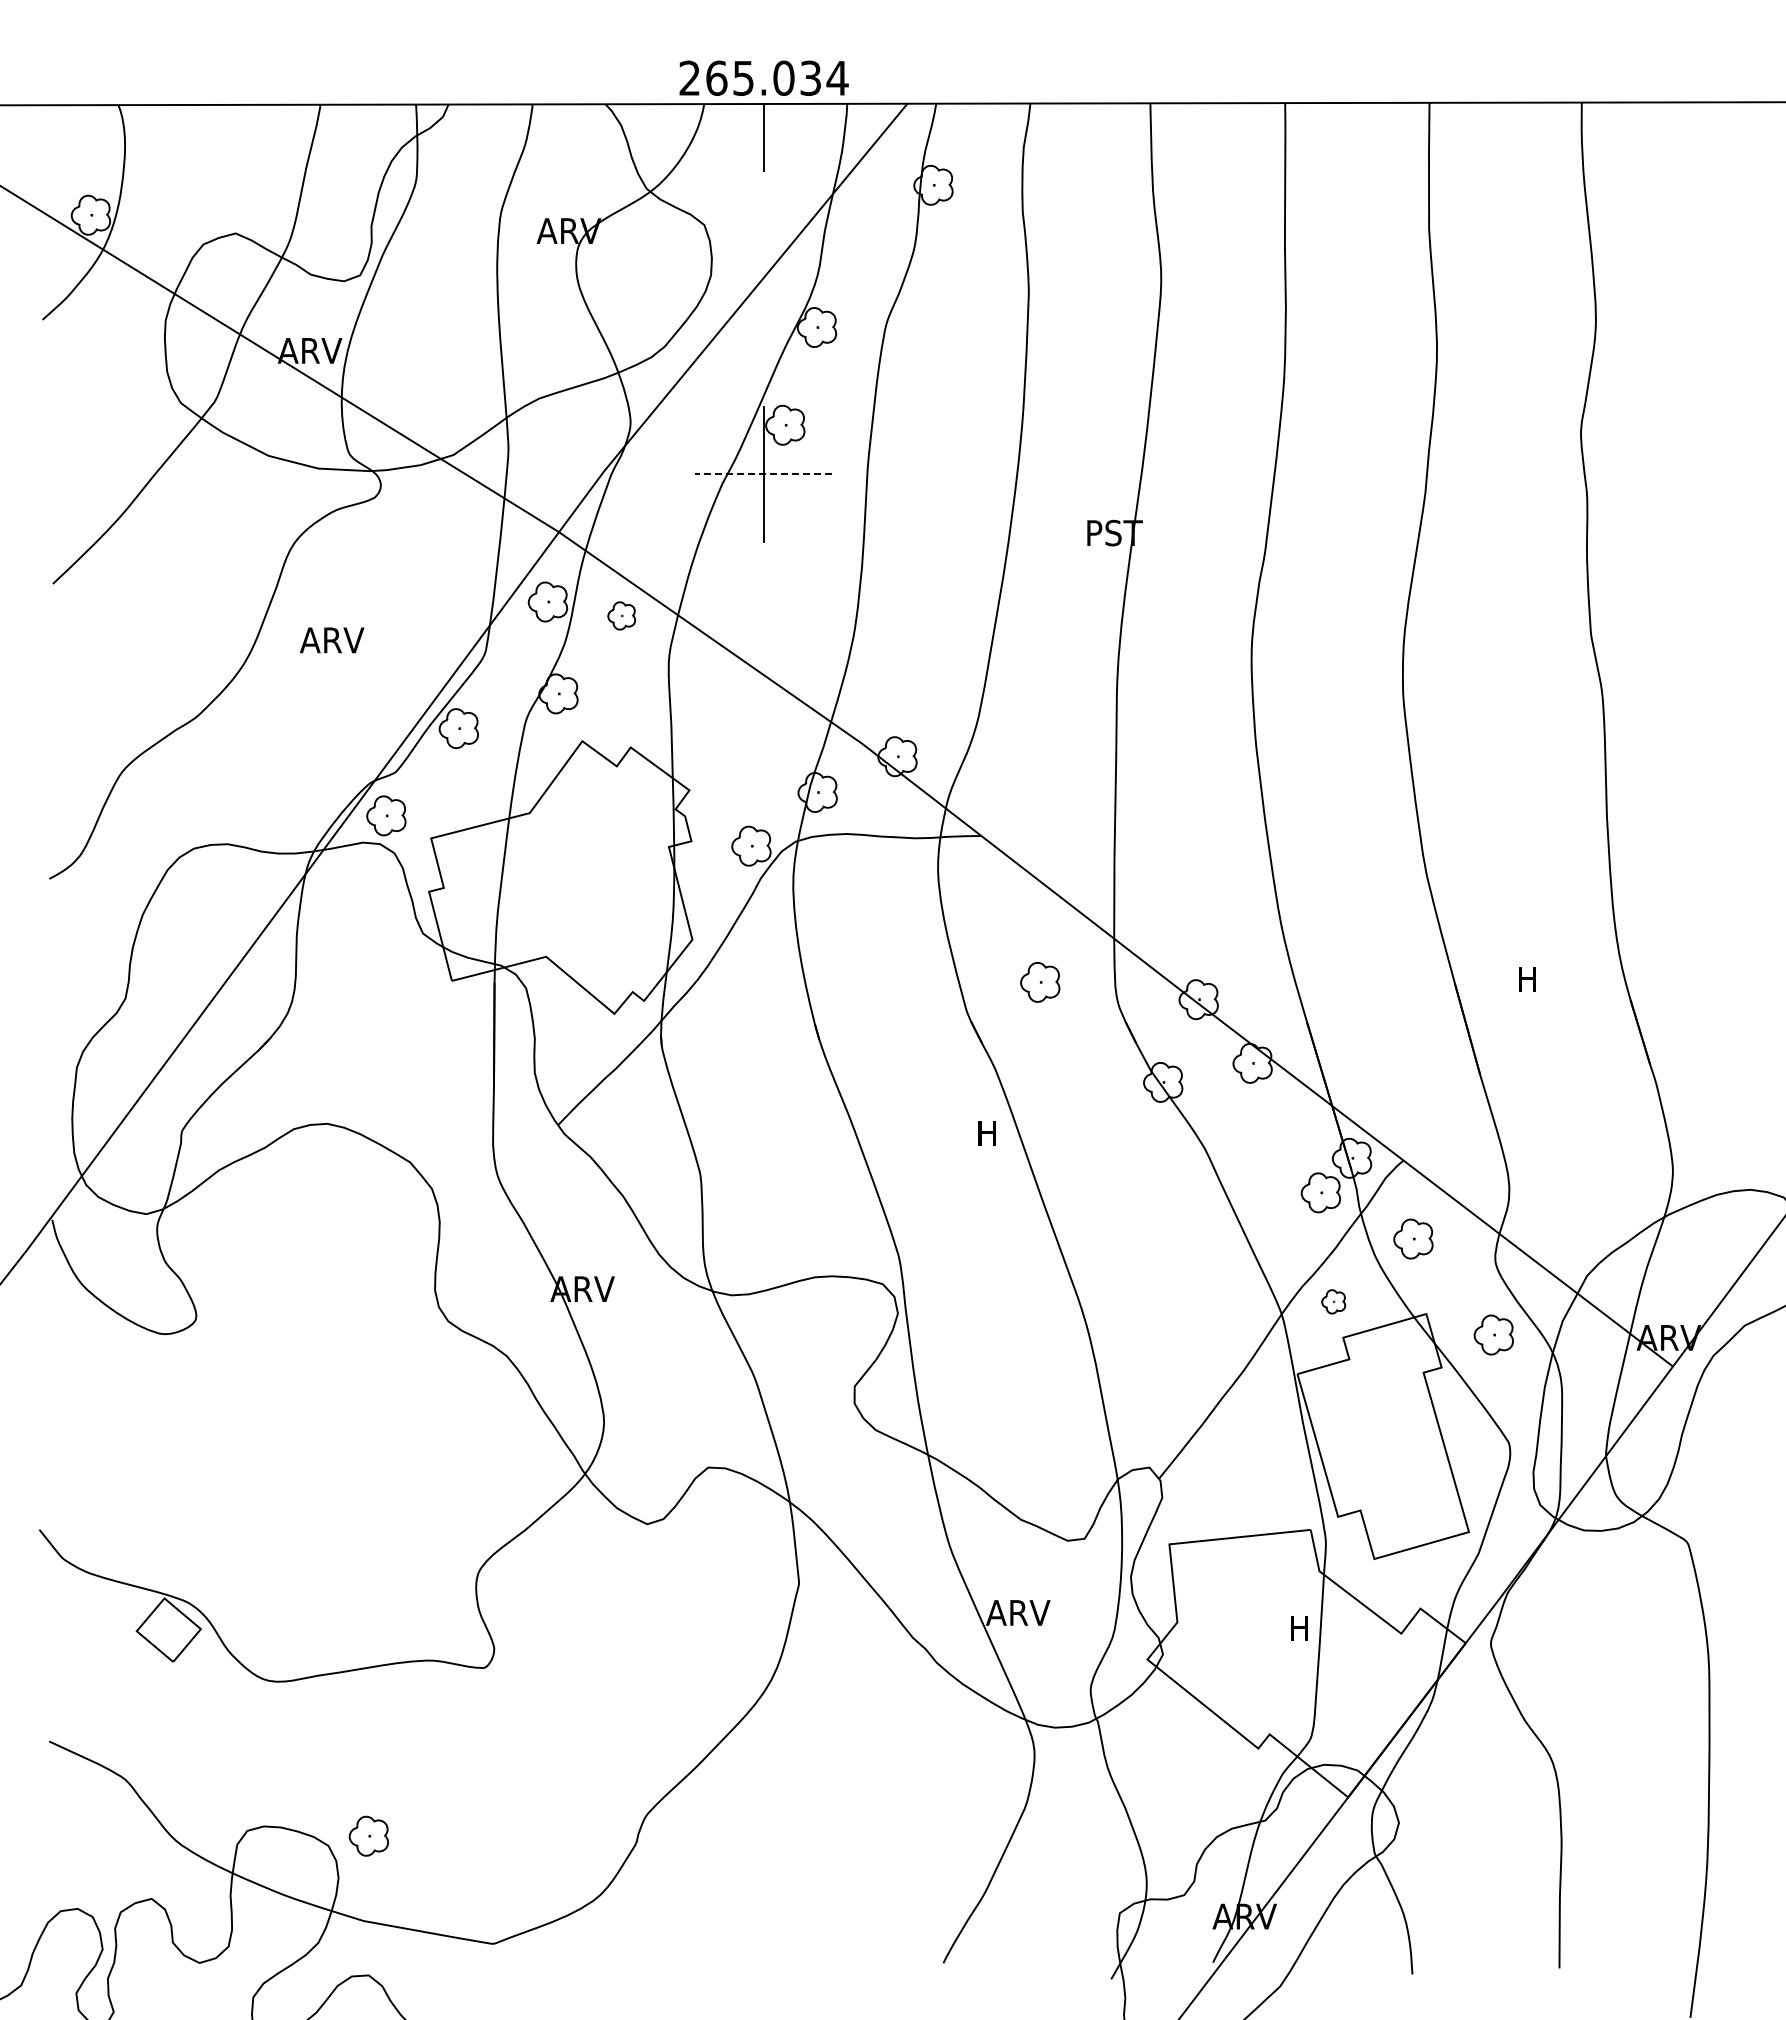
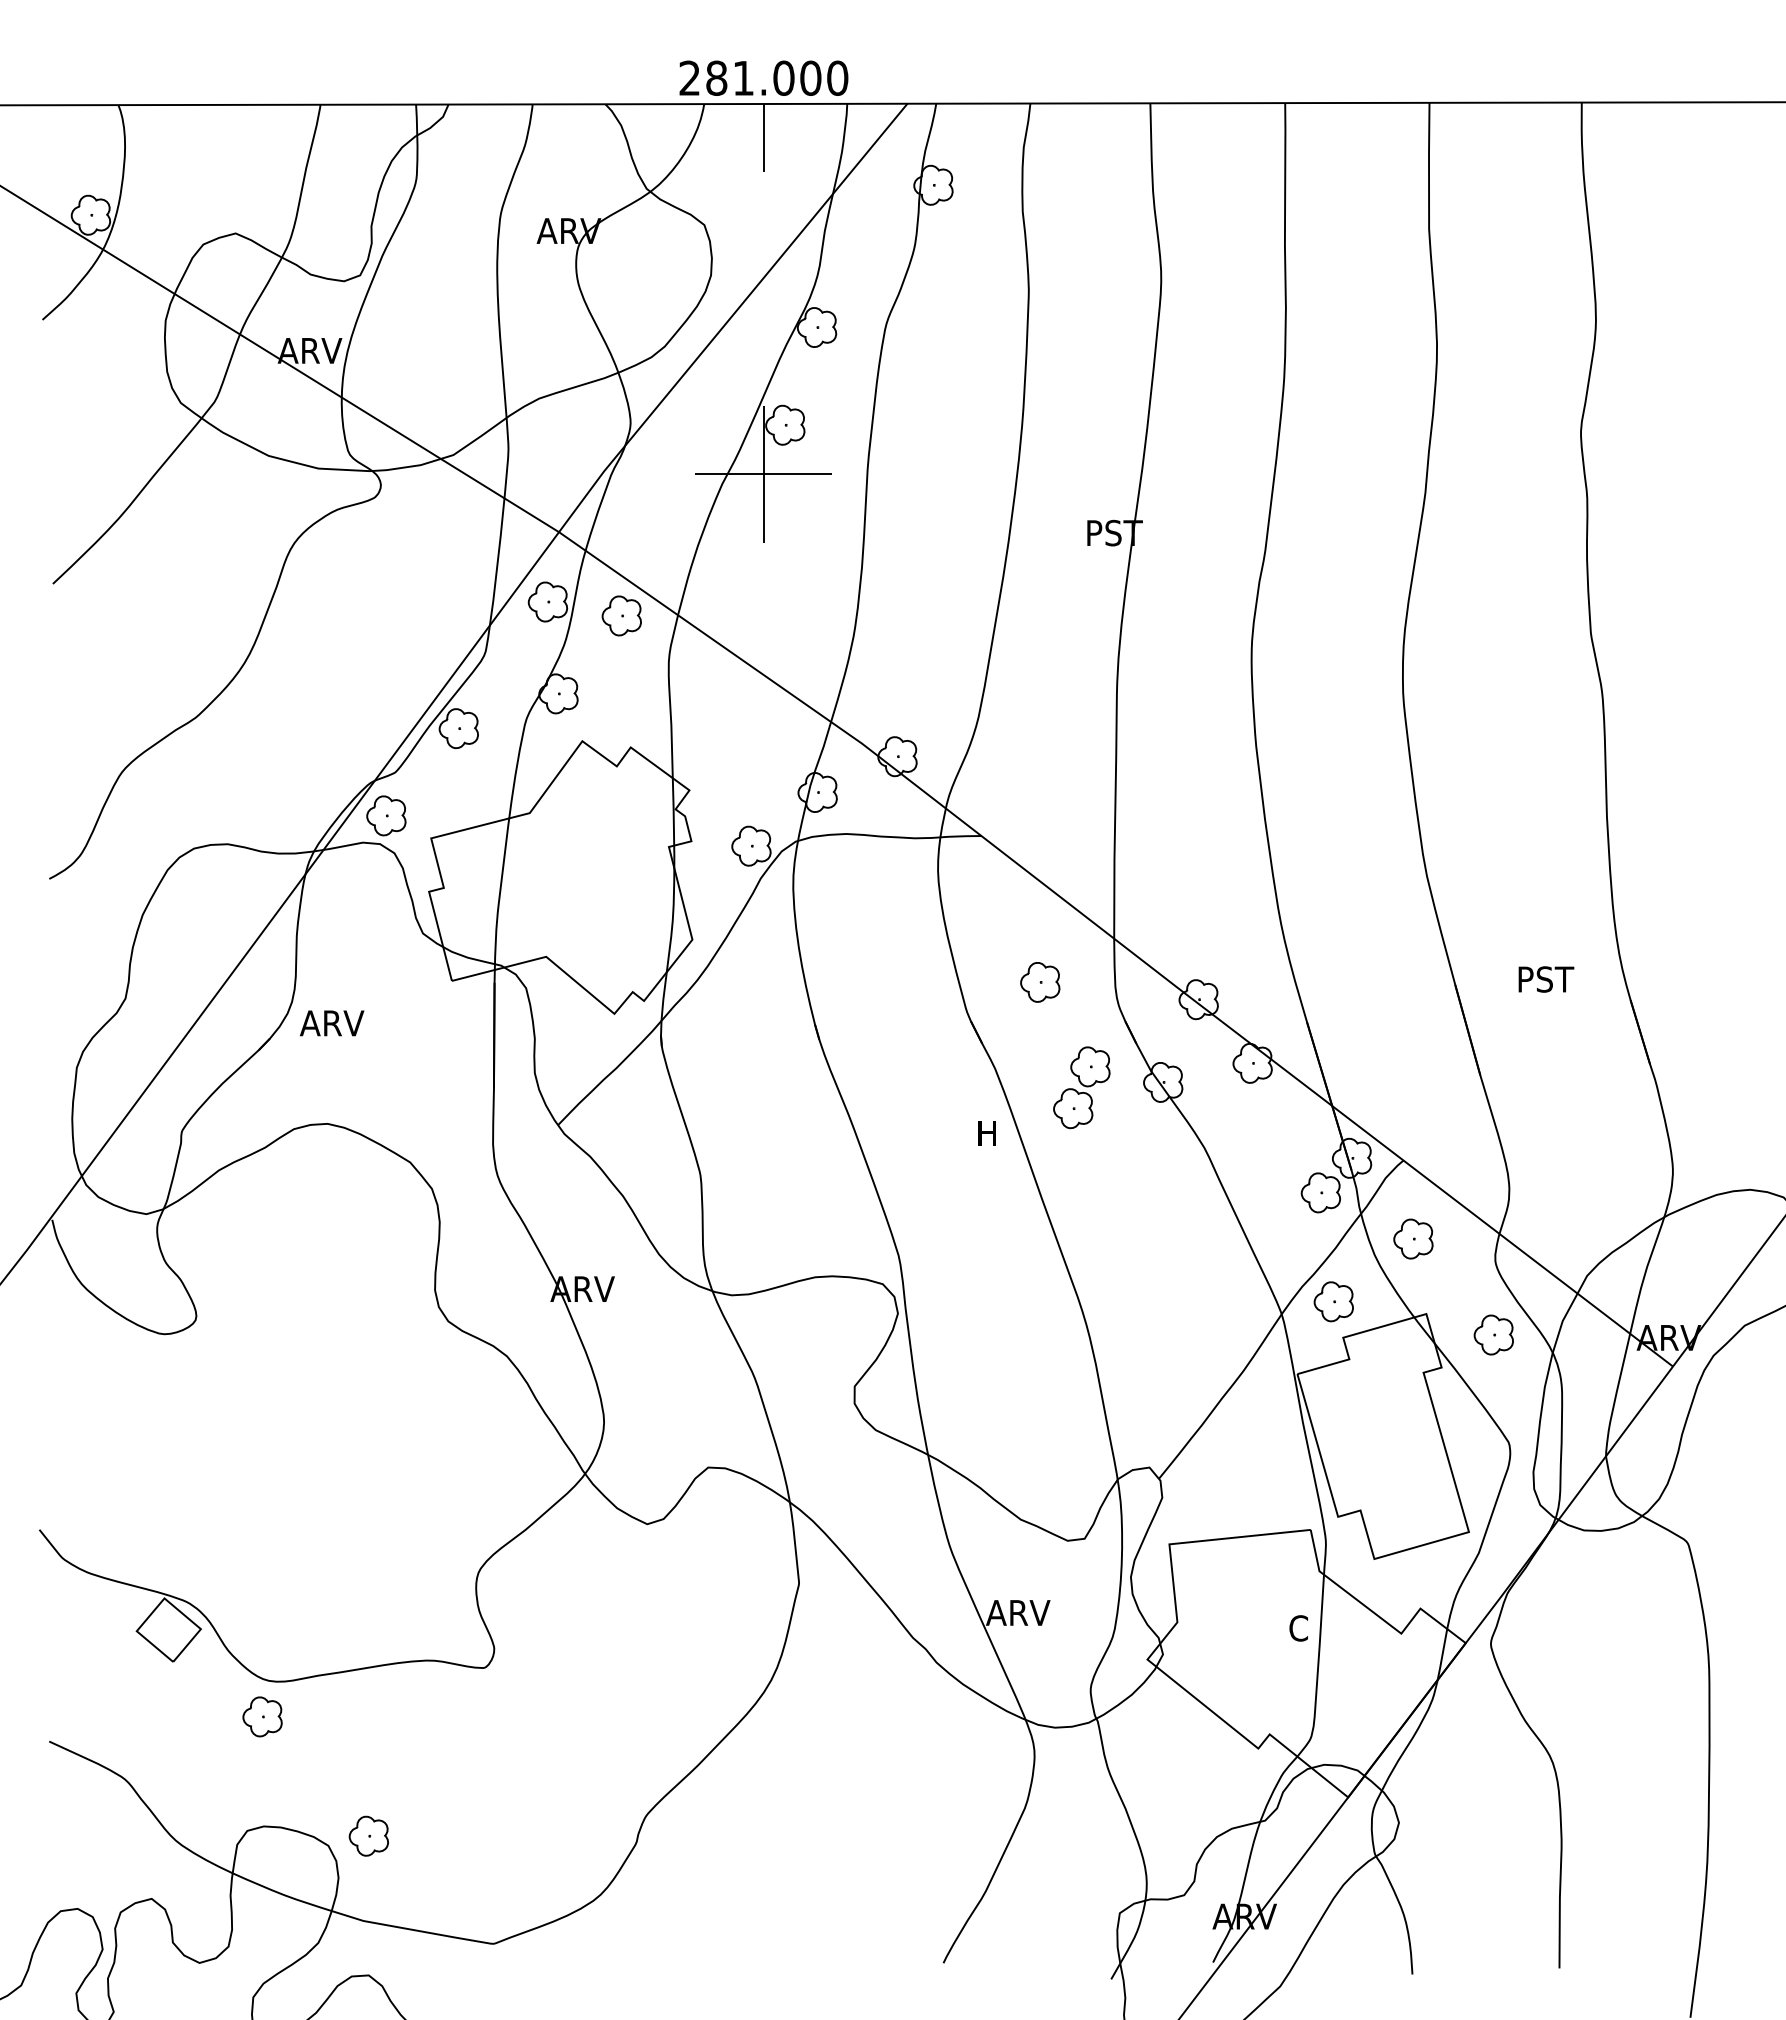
text at (777, 77): 265.034 -> 281.000
line at (763, 474): dashed -> solid
part at (621, 615) size: 30x30 px -> 41x42 px
text at (332, 640) position: (332, 640) -> (332, 1023)
text at (1546, 979): H -> PST
part at (1081, 1087): none -> present
part at (1333, 1301) size: 26x26 px -> 41x42 px
text at (1298, 1628): H -> C
part at (262, 1716): none -> present
